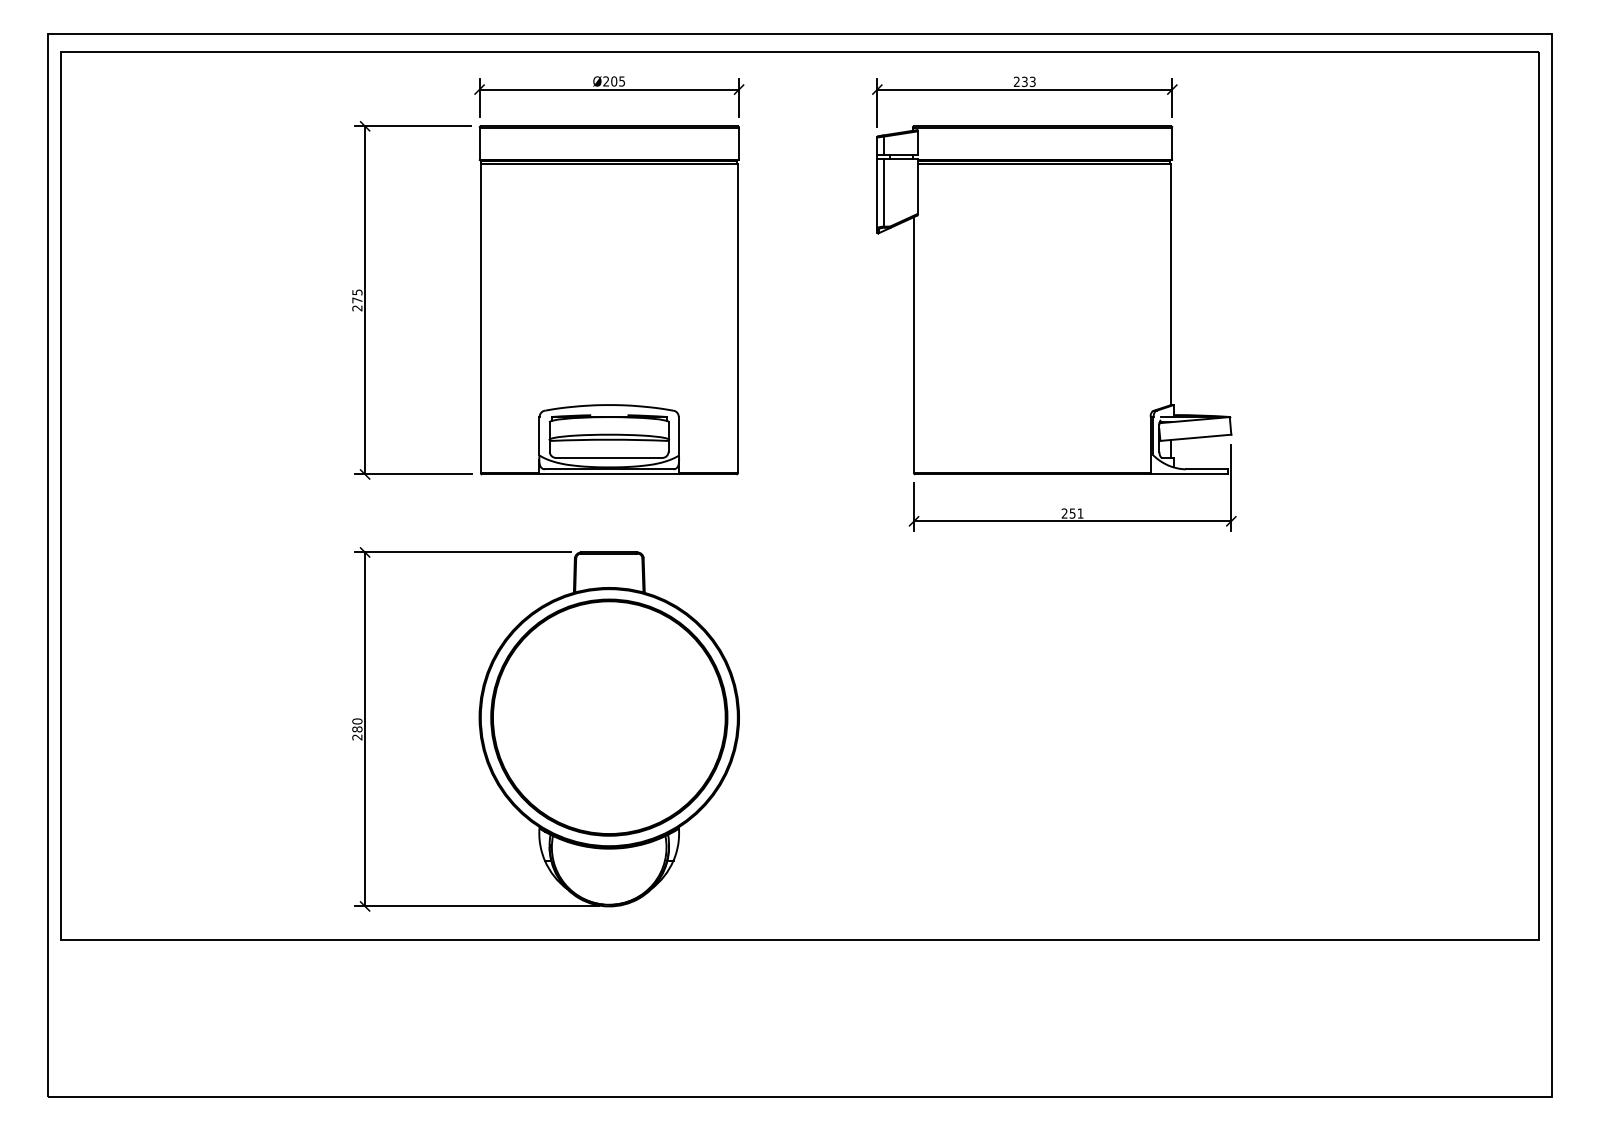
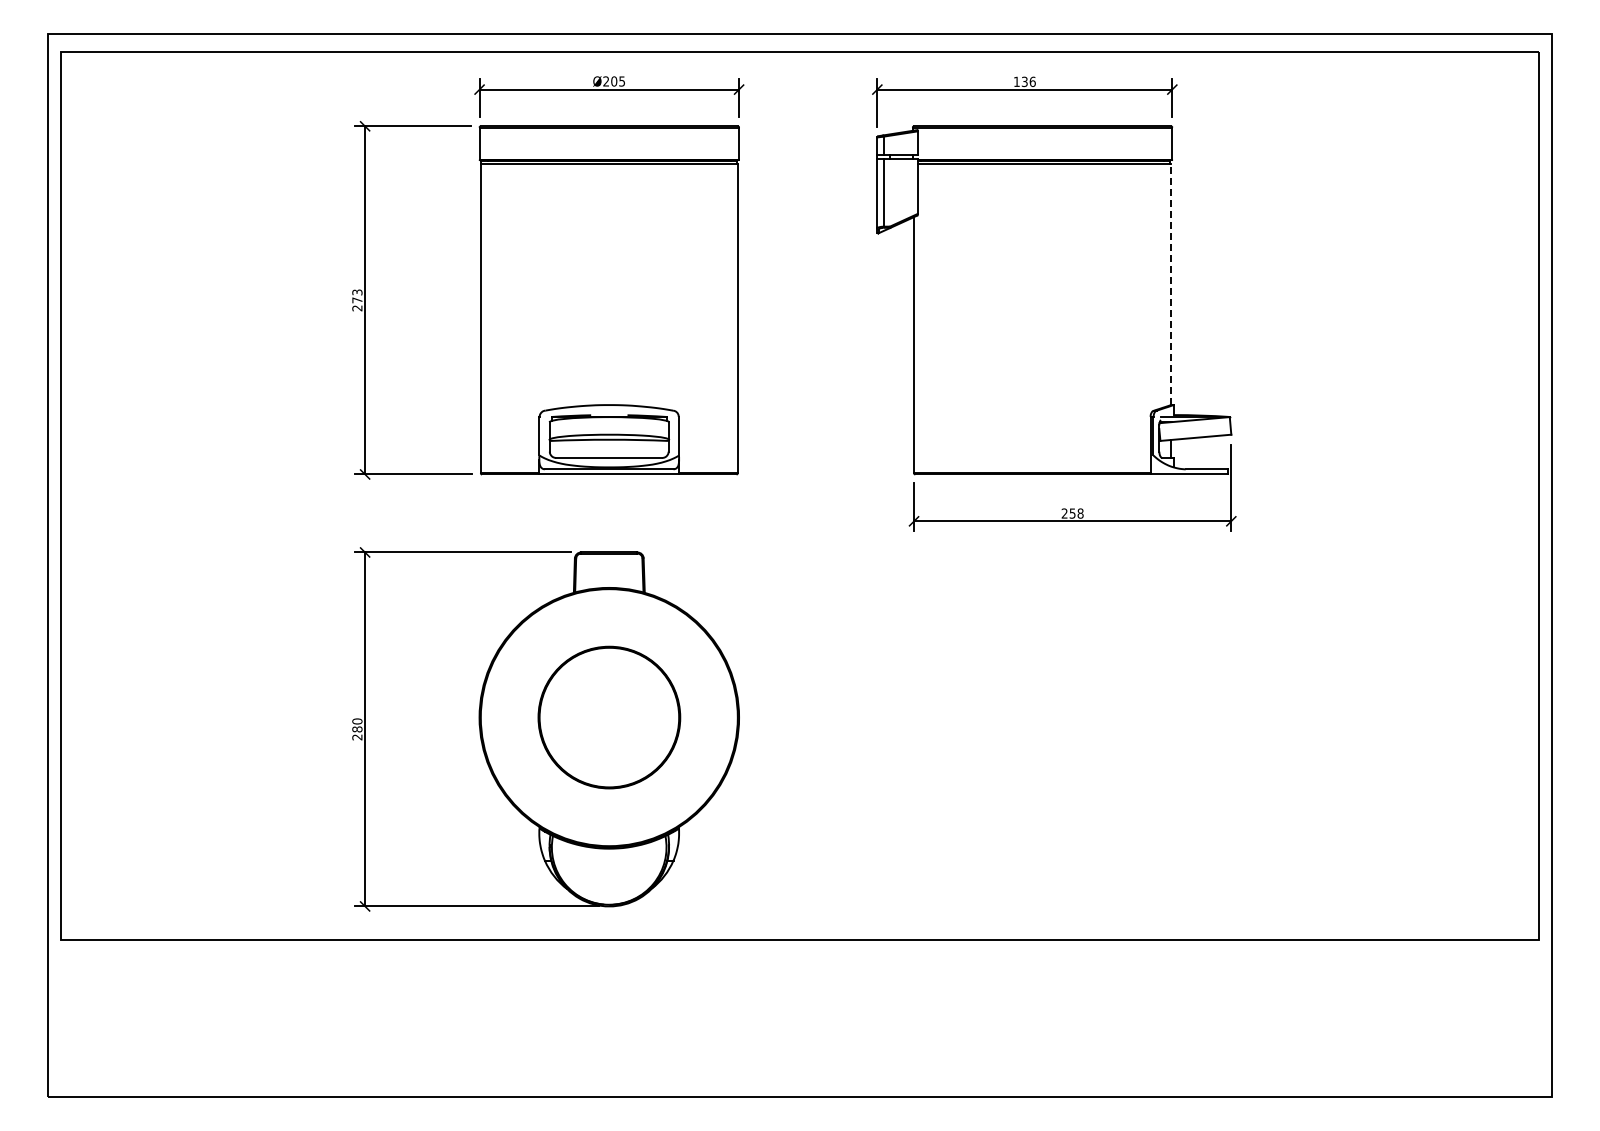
text at (1024, 81): 233 -> 136
line at (1171, 284): solid -> dashed
text at (356, 291): 275 -> 273
text at (1080, 513): 251 -> 258
part at (609, 717) size: 239x239 px -> 145x145 px
